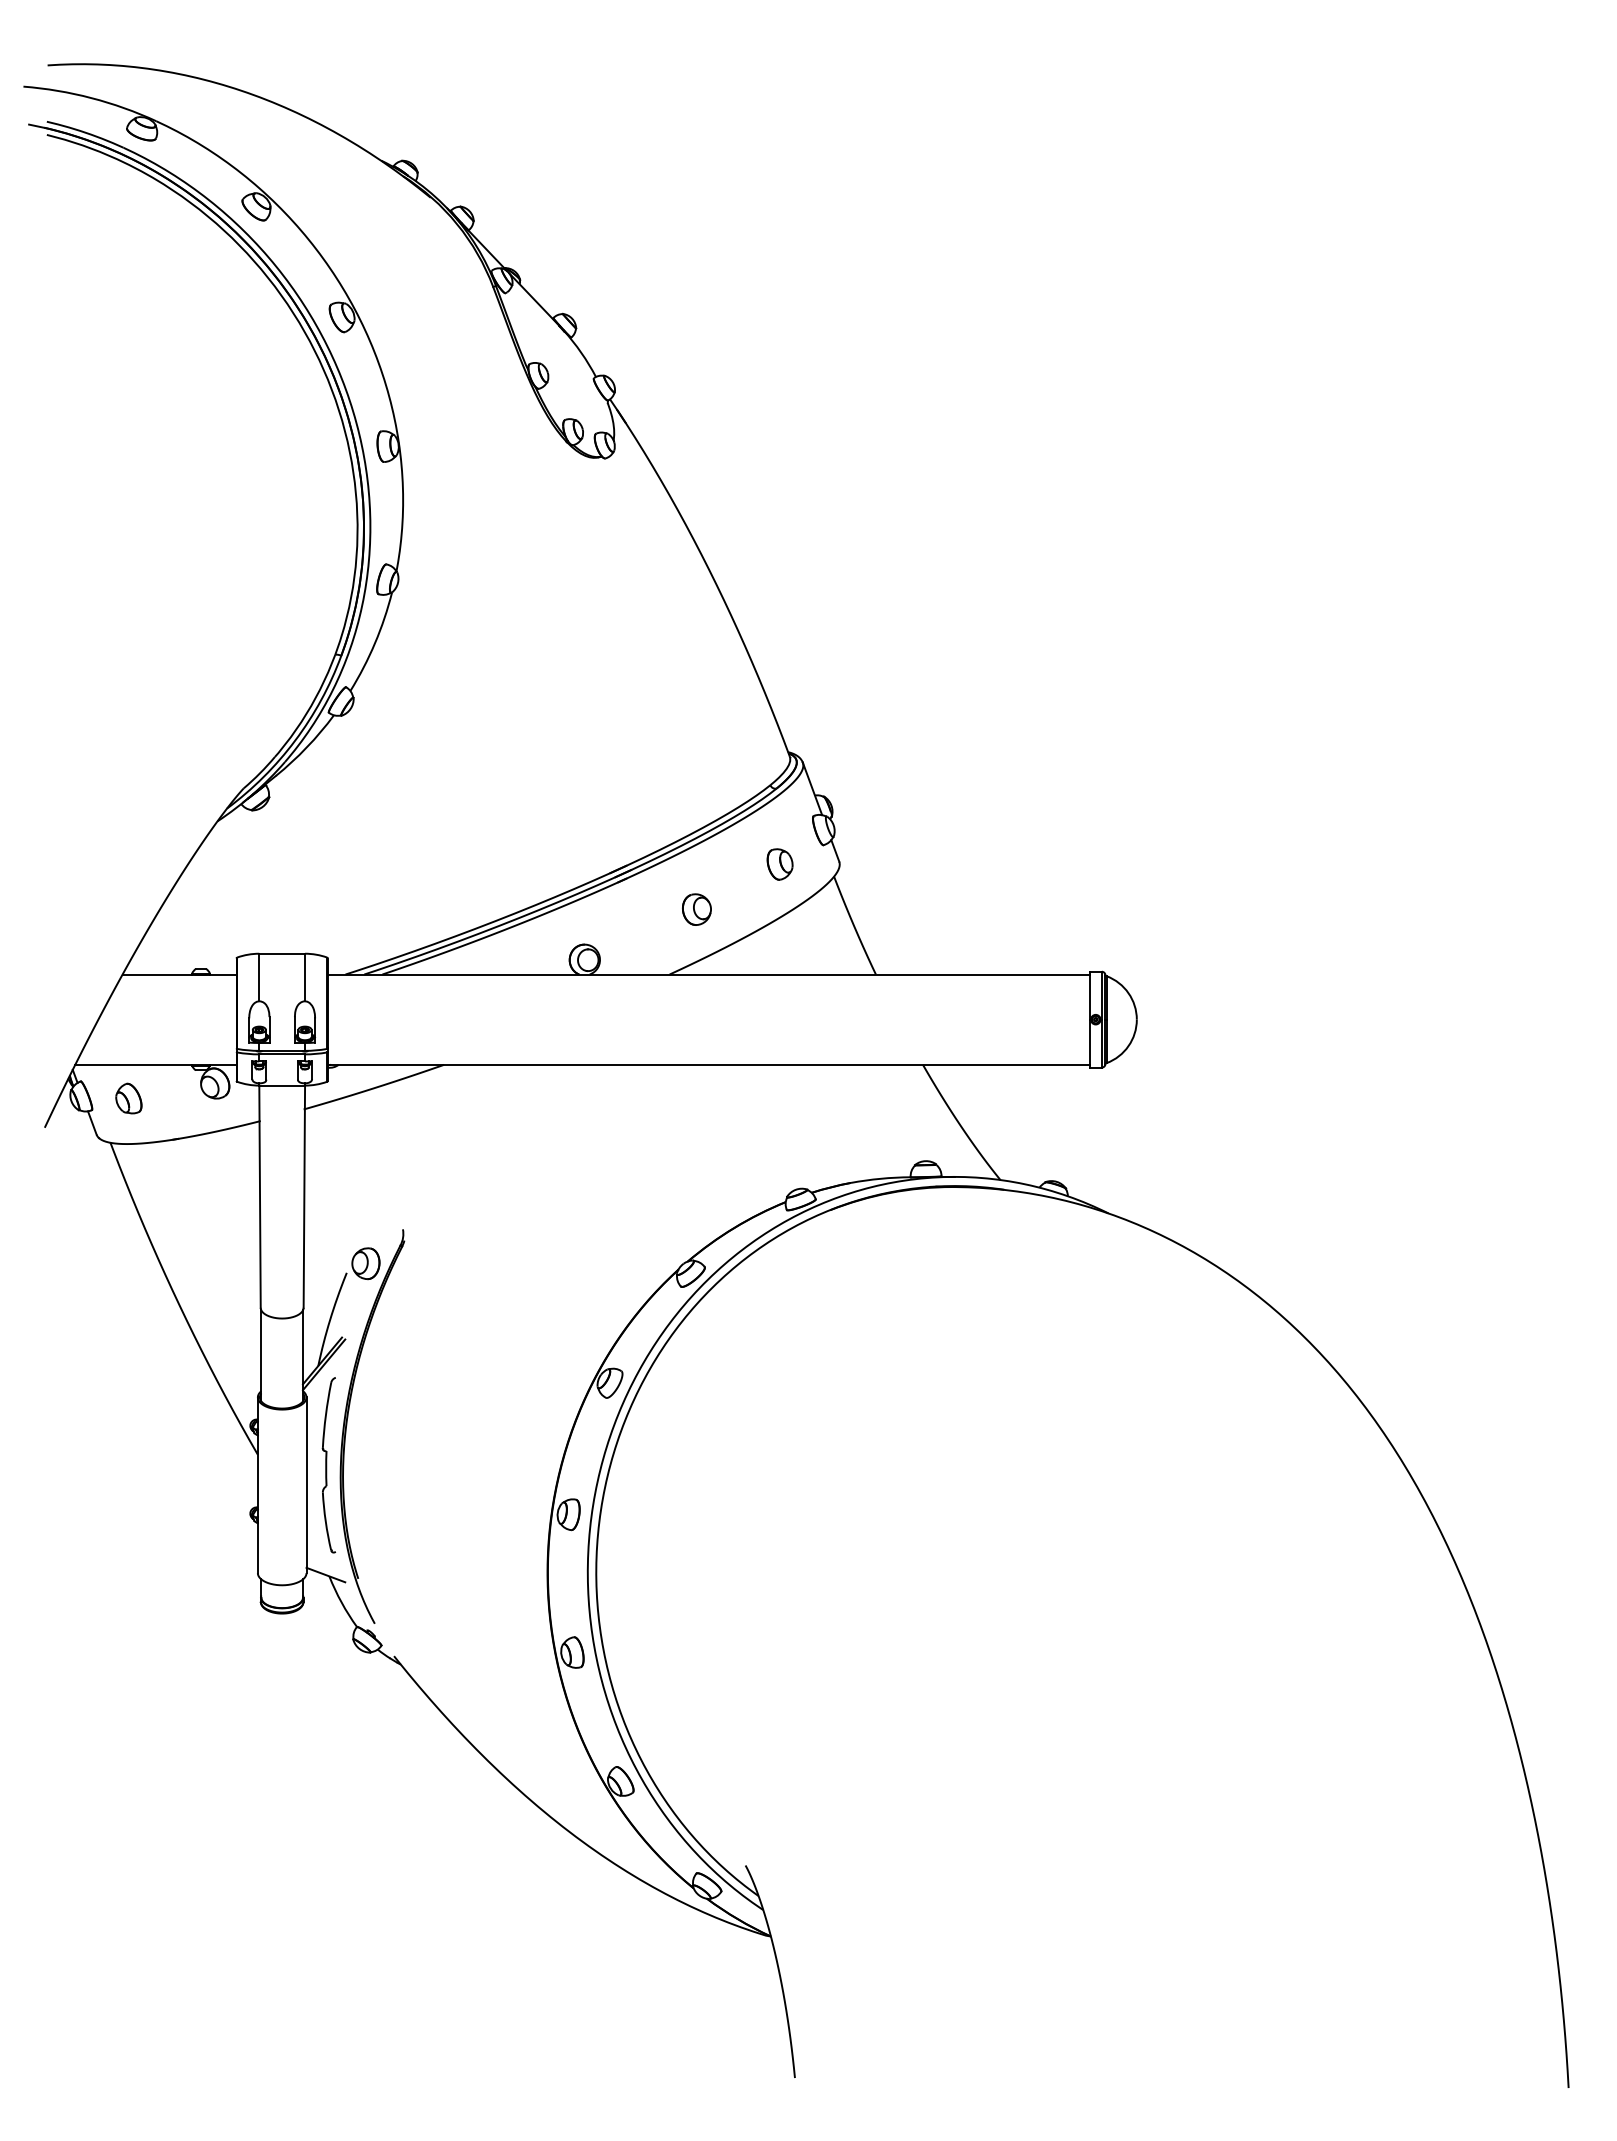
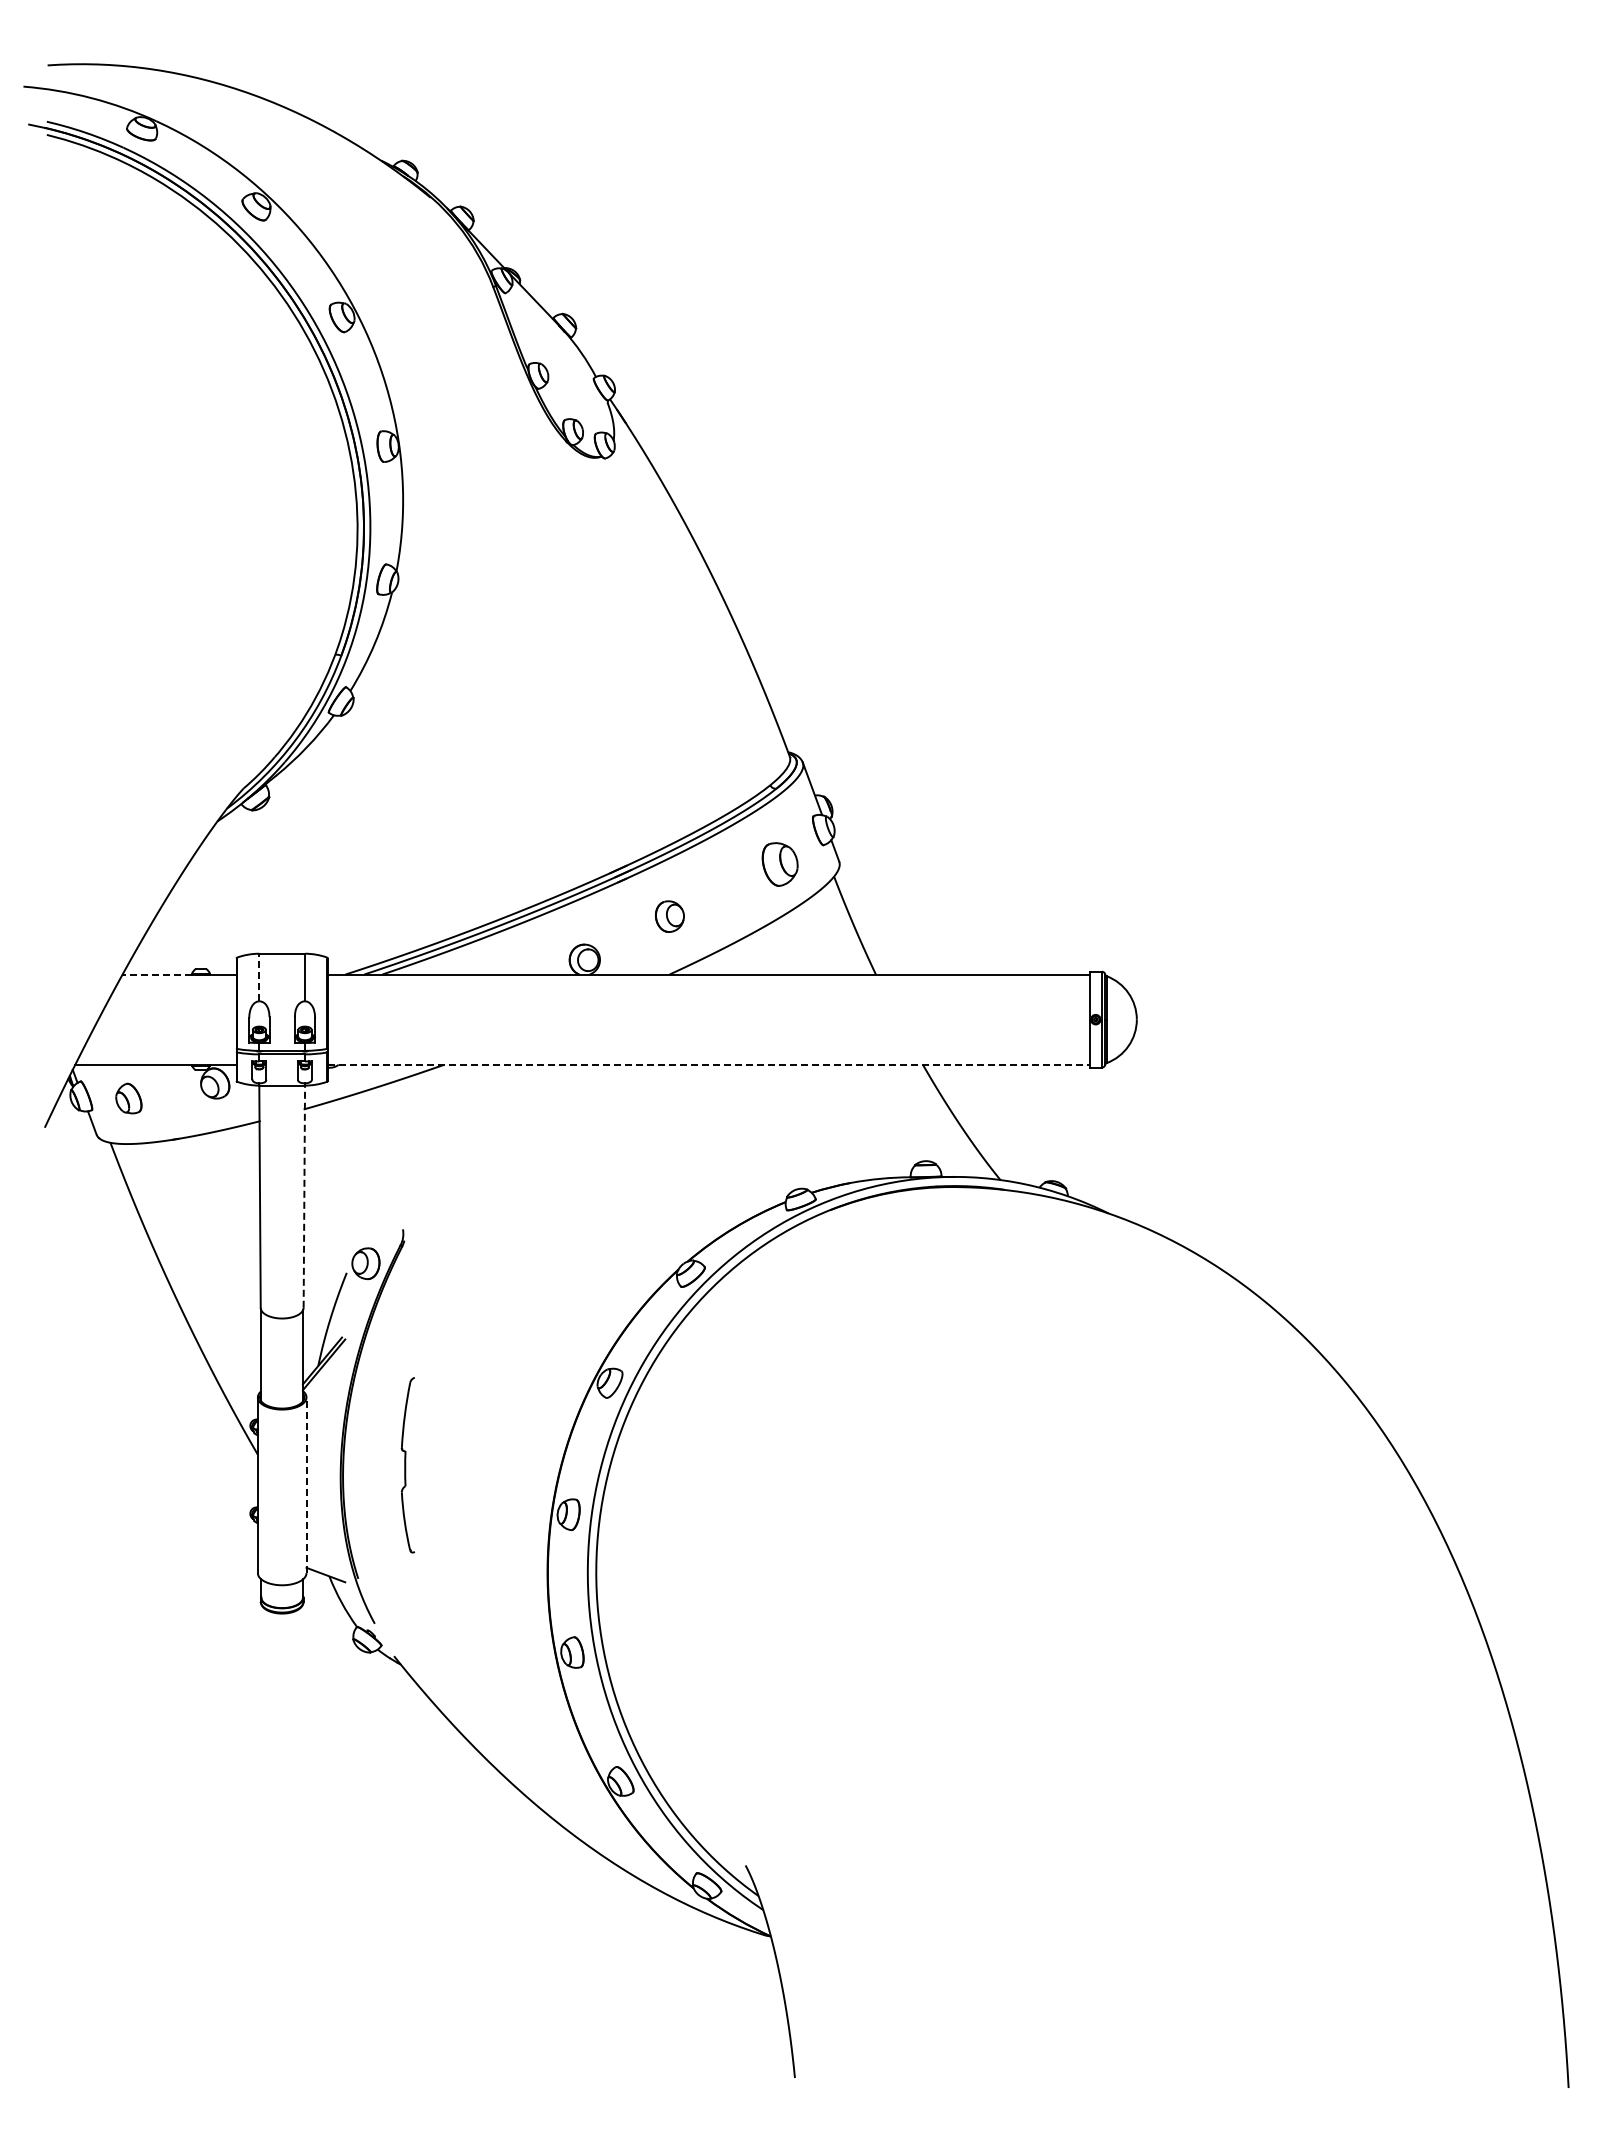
part at (779, 864) size: 28x33 px -> 38x45 px
part at (696, 909) position: (696, 909) -> (669, 916)
line at (157, 974): solid -> dashed
line at (259, 977): solid -> dashed
line at (708, 1064): solid -> dashed
line at (304, 1196): solid -> dashed
part at (328, 1465) position: (328, 1465) -> (407, 1465)
line at (306, 1485): solid -> dashed
